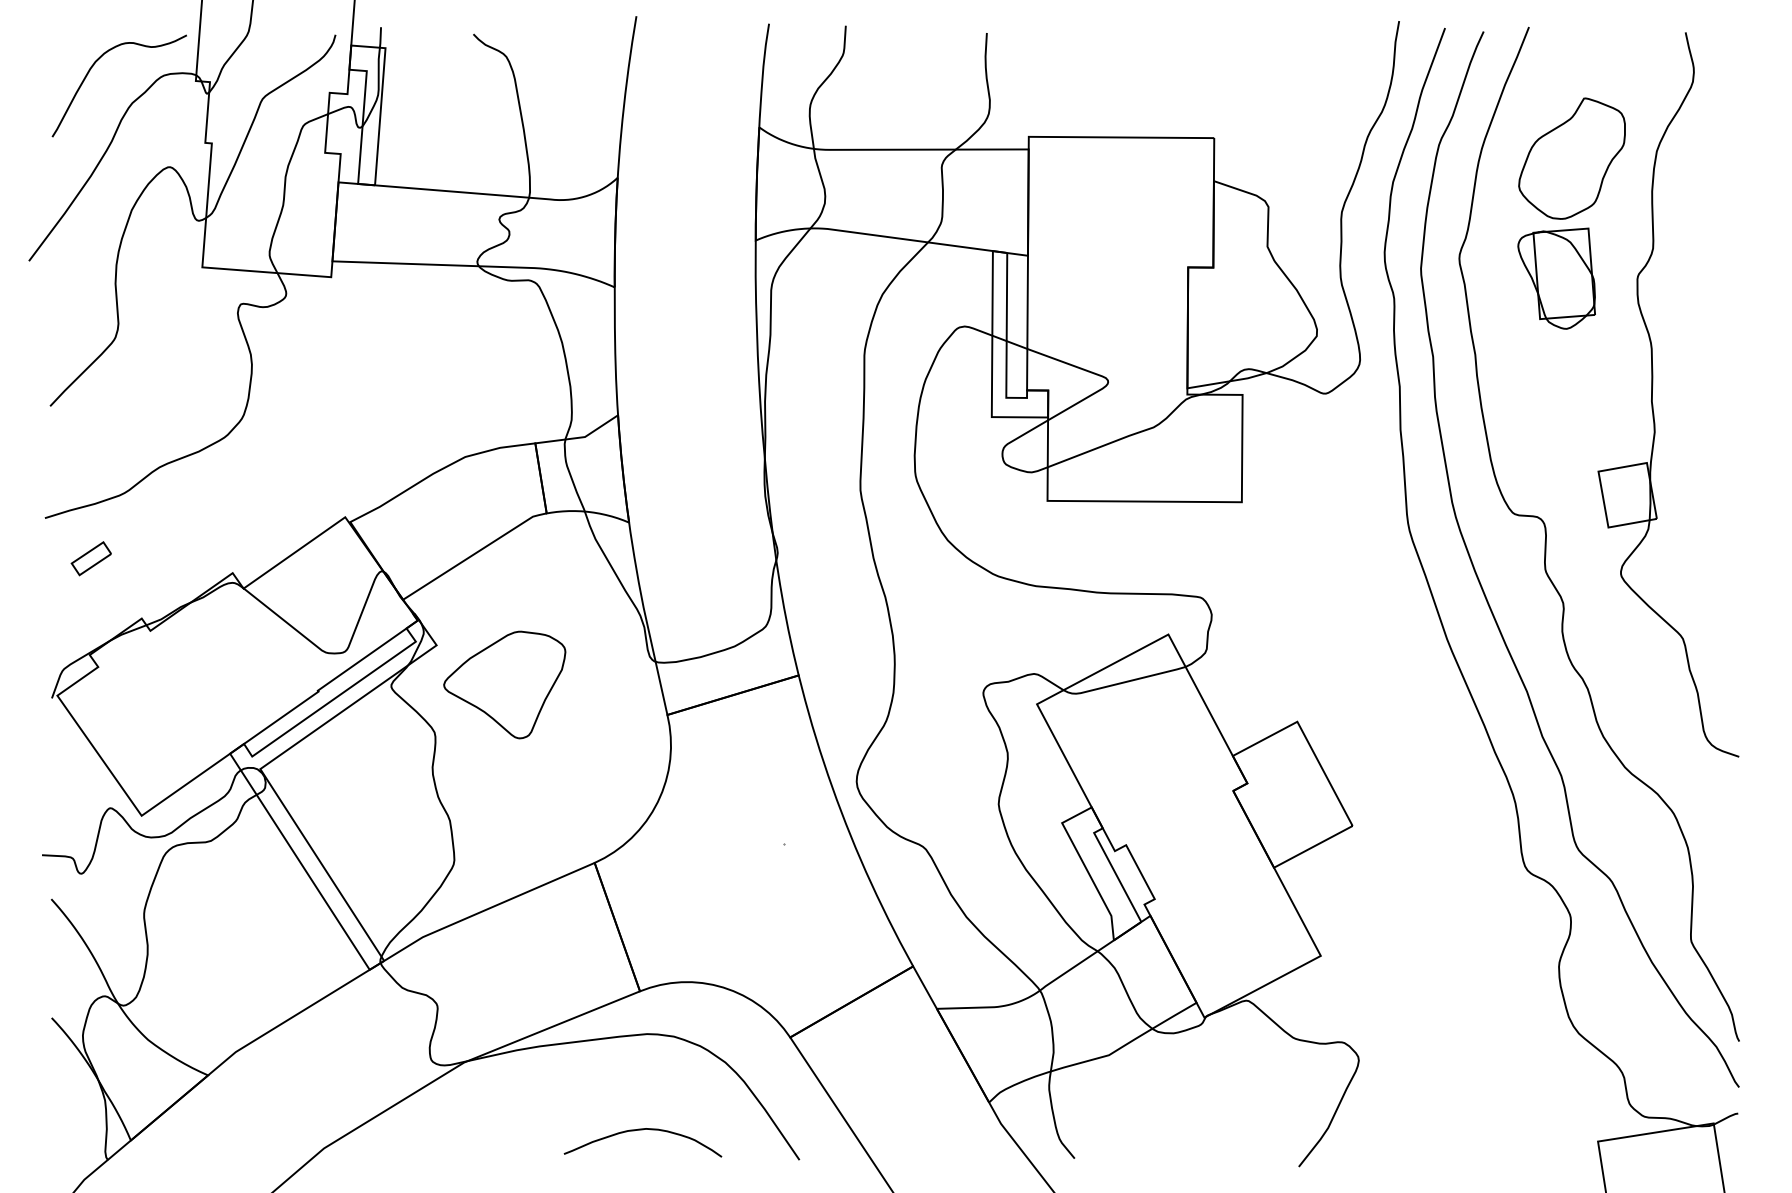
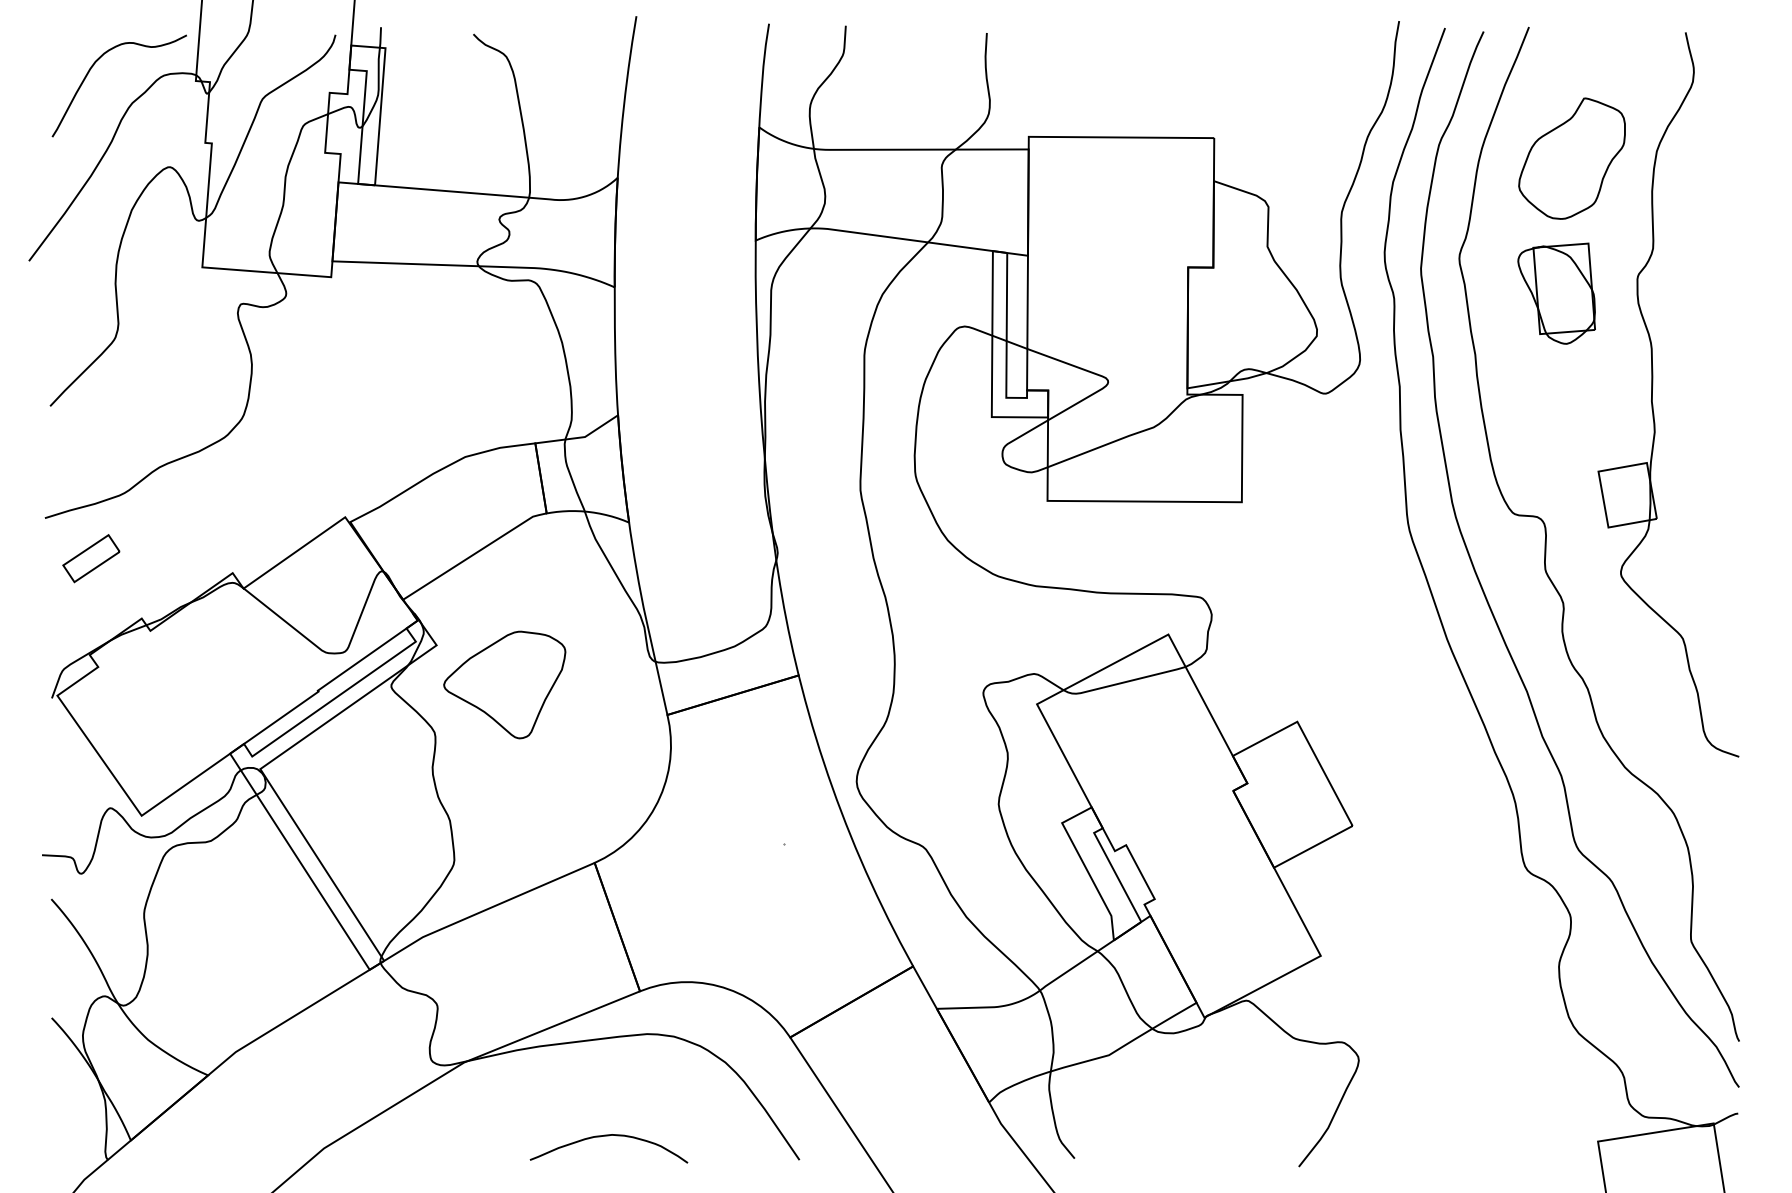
part at (1556, 278) position: (1556, 278) -> (1556, 293)
part at (90, 558) size: 42x36 px -> 59x50 px
curve at (642, 1130) position: (642, 1130) -> (608, 1136)
